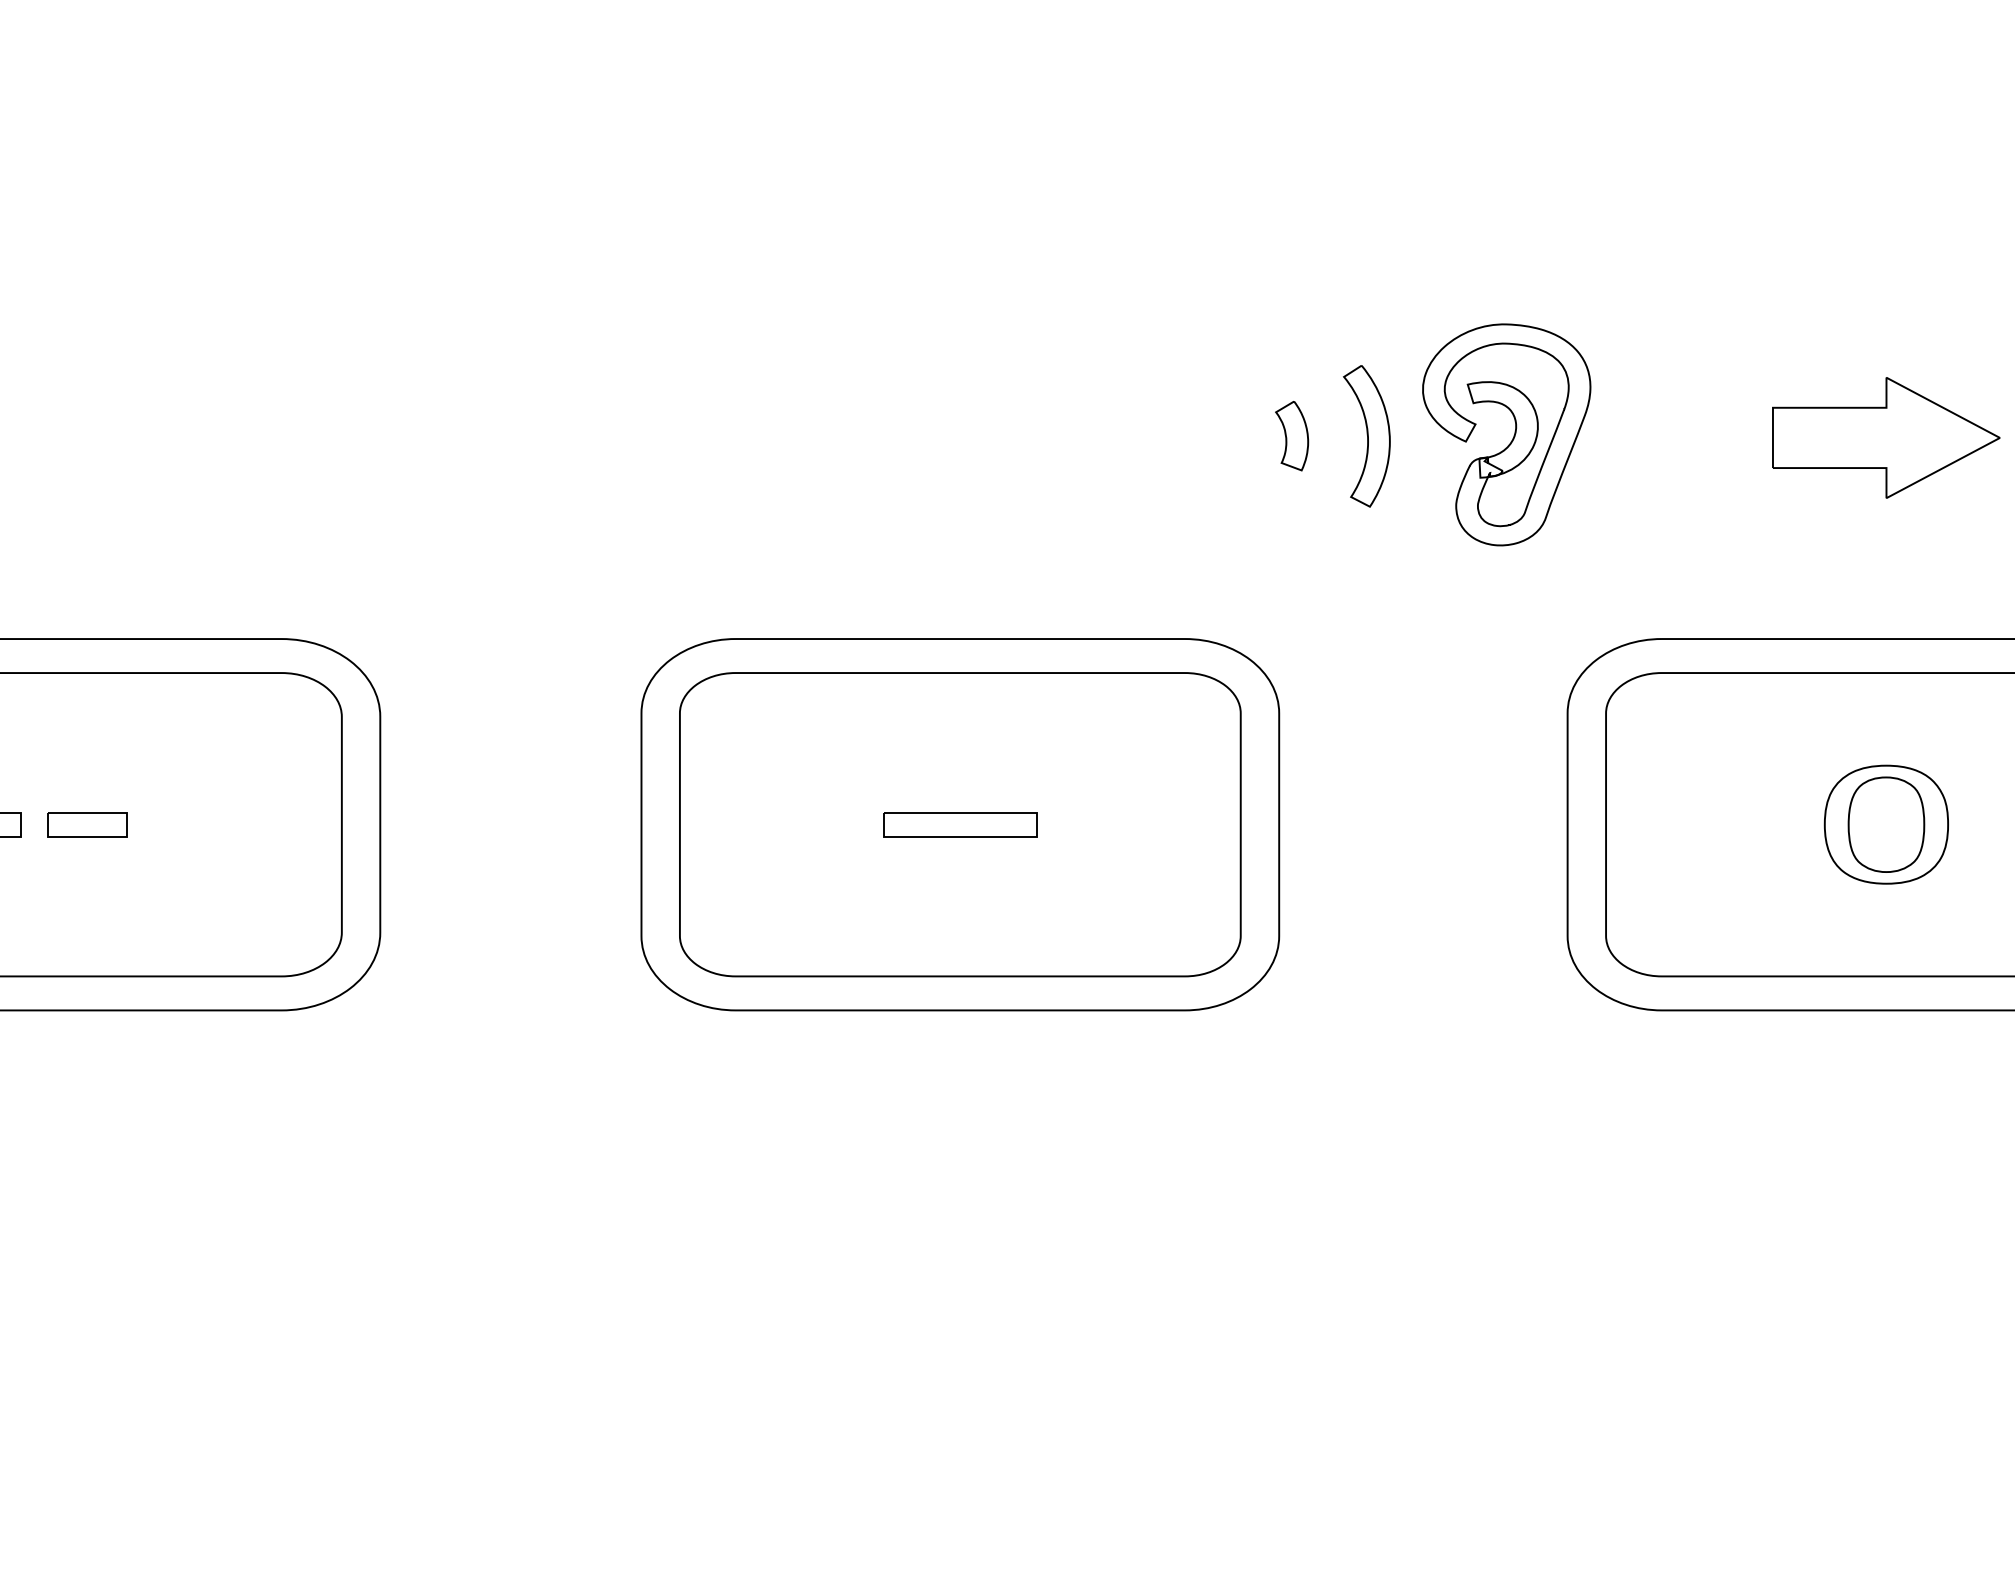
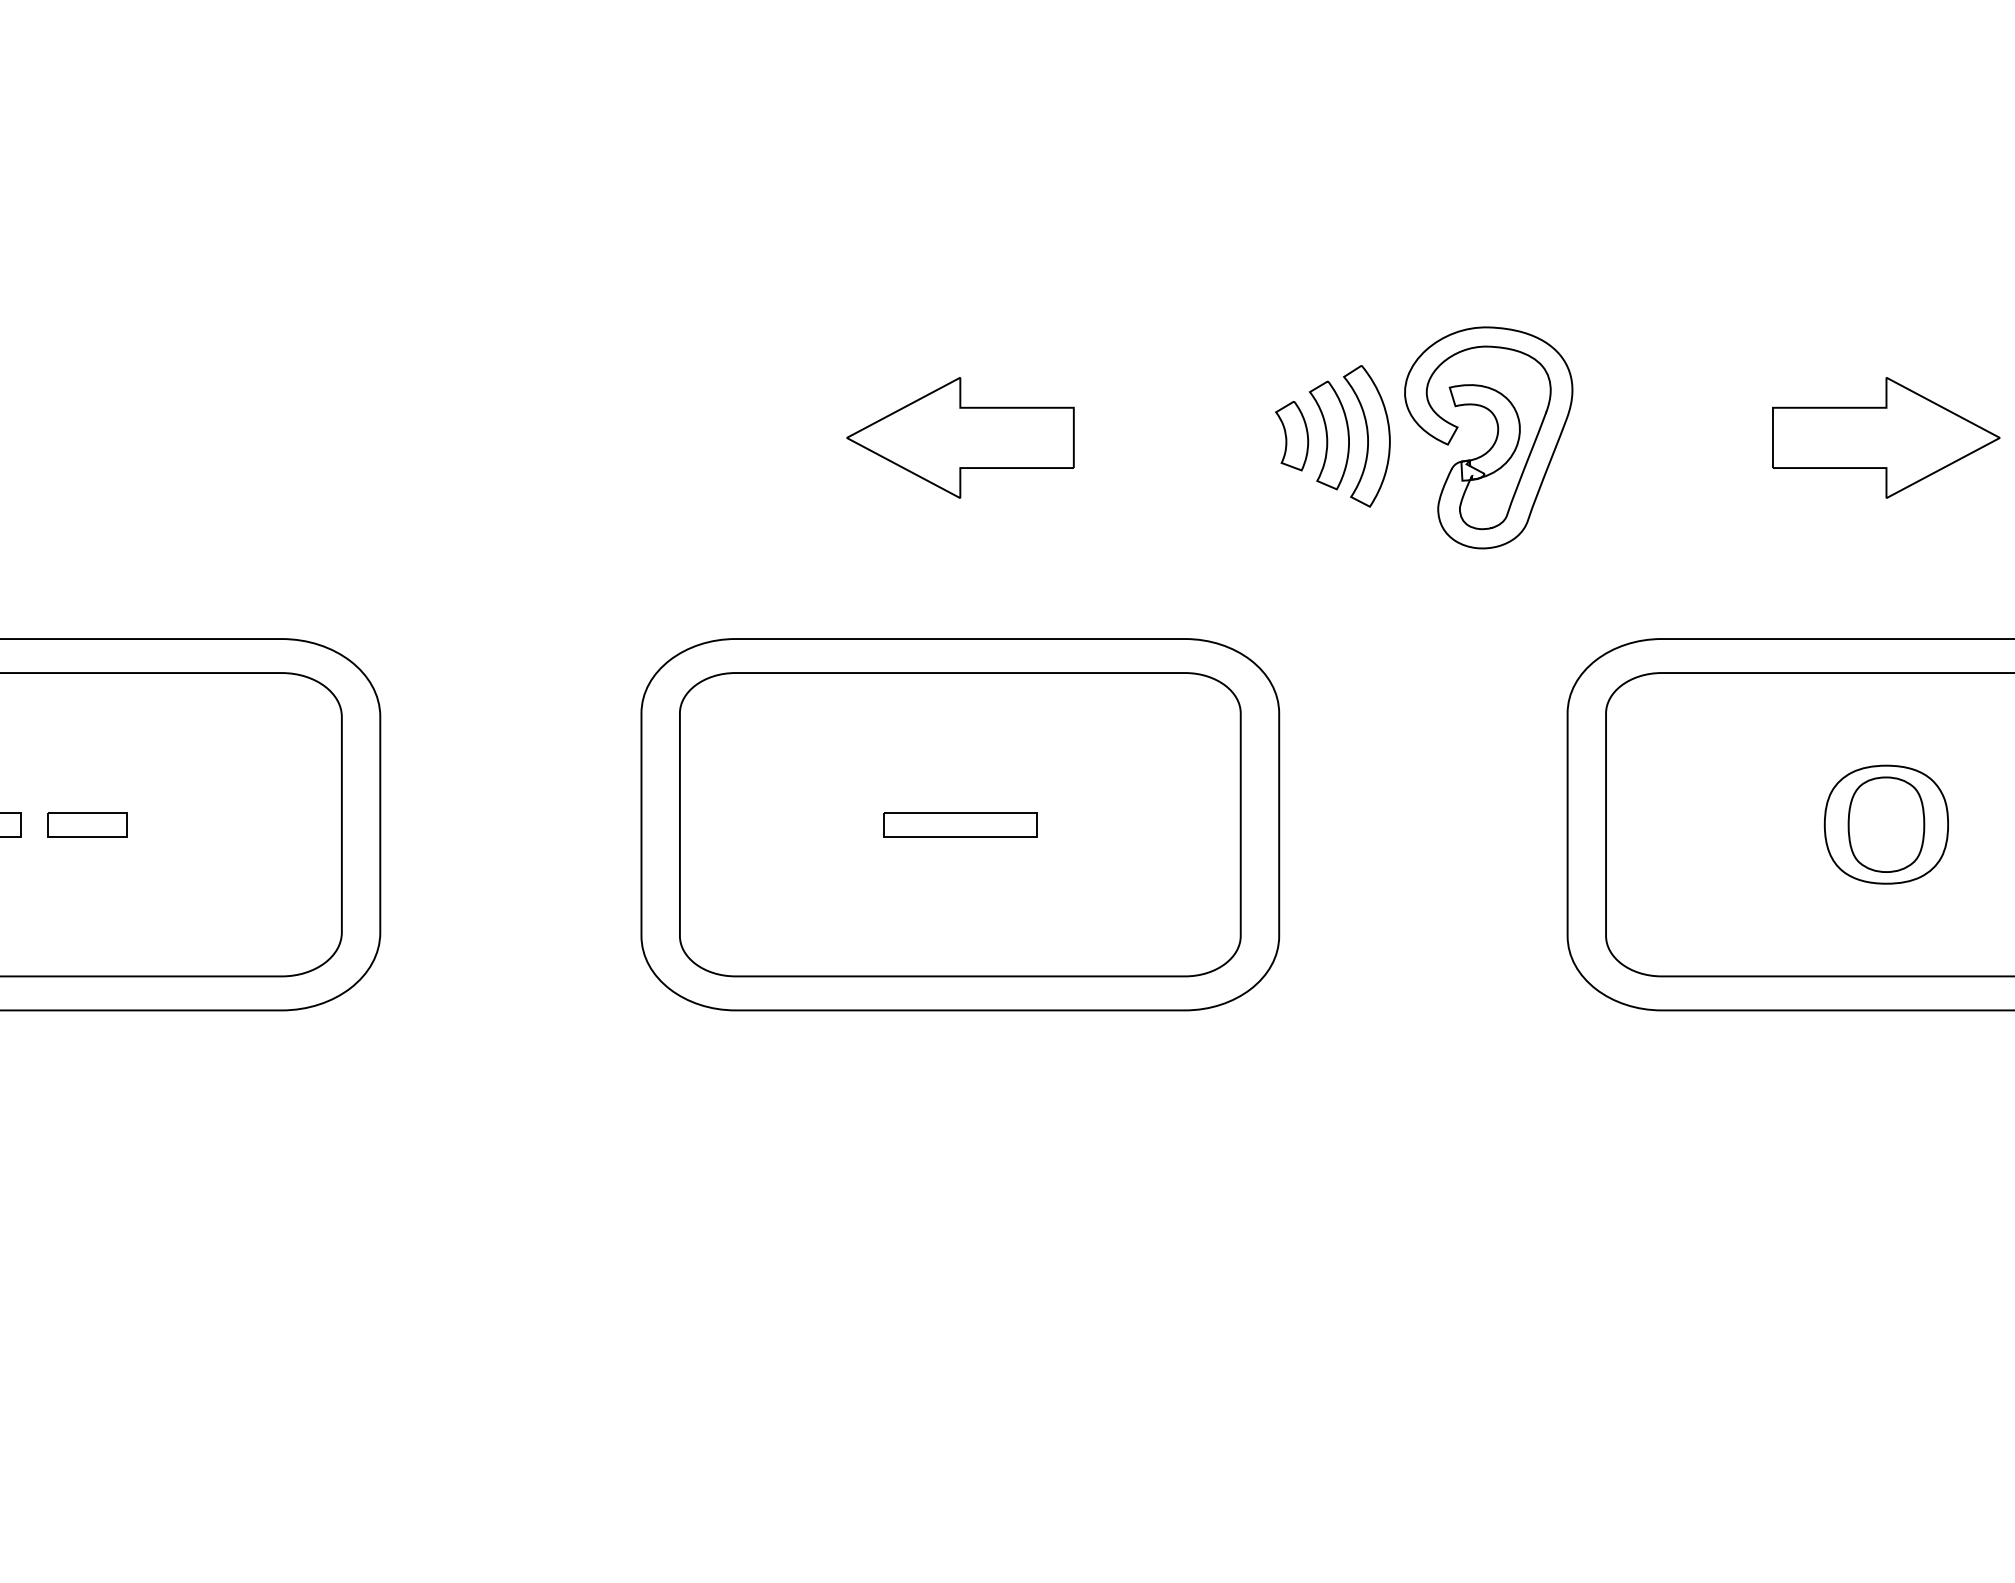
part at (1328, 435): none -> present
part at (1513, 435) position: (1513, 435) -> (1495, 438)
part at (960, 437): none -> present
